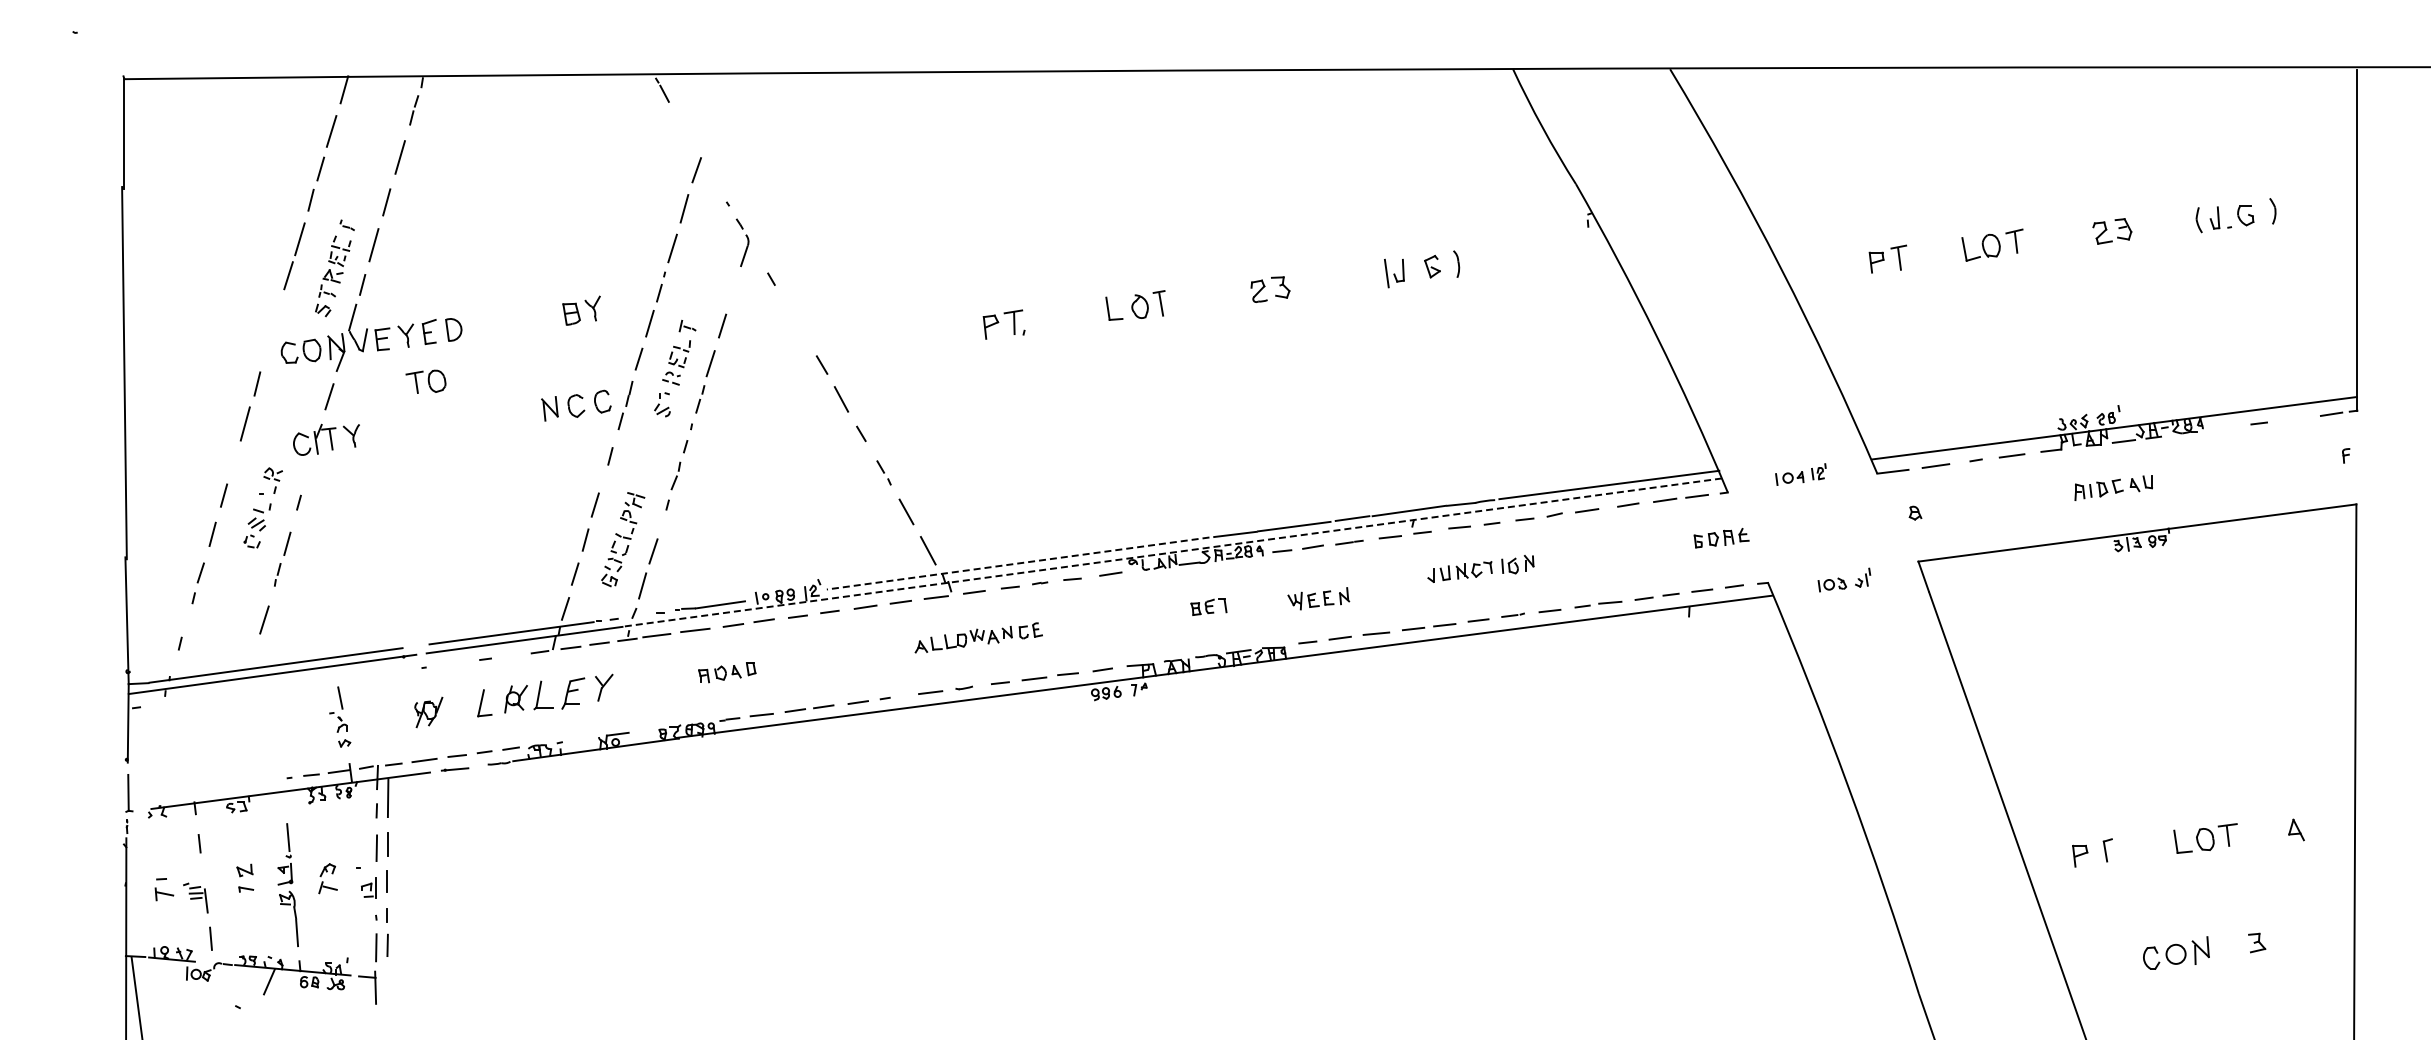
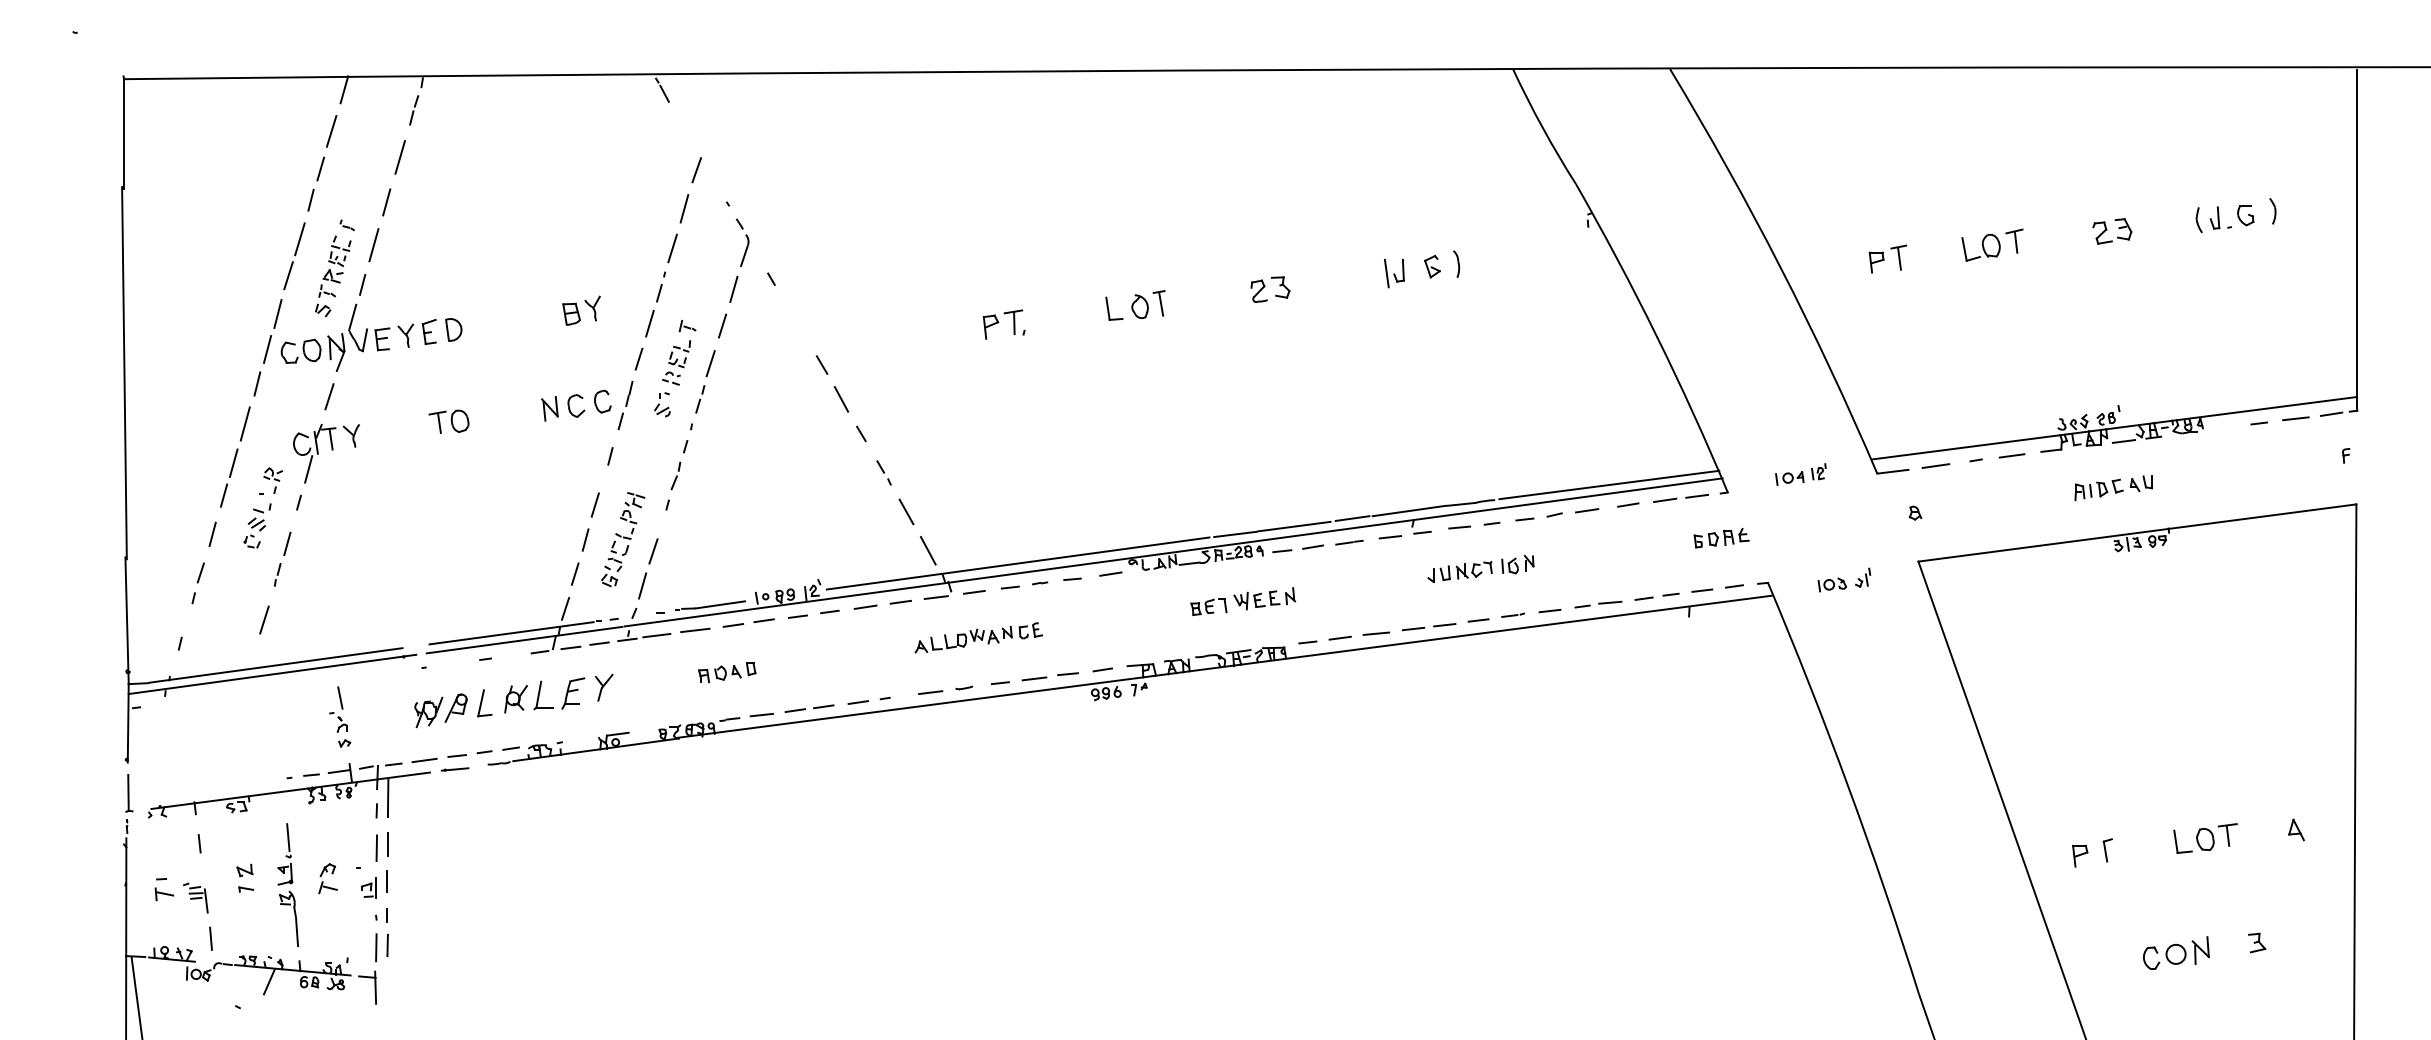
line at (733, 288): none -> present
part at (272, 331): none -> present
part at (425, 381) position: (425, 381) -> (448, 421)
line at (2295, 418): none -> present
line at (233, 462): none -> present
line at (308, 469): none -> present
line at (1173, 552): dashed -> solid
line at (1017, 563): dashed -> solid
part at (1318, 598) position: (1318, 598) -> (1264, 598)
part at (455, 707): none -> present
